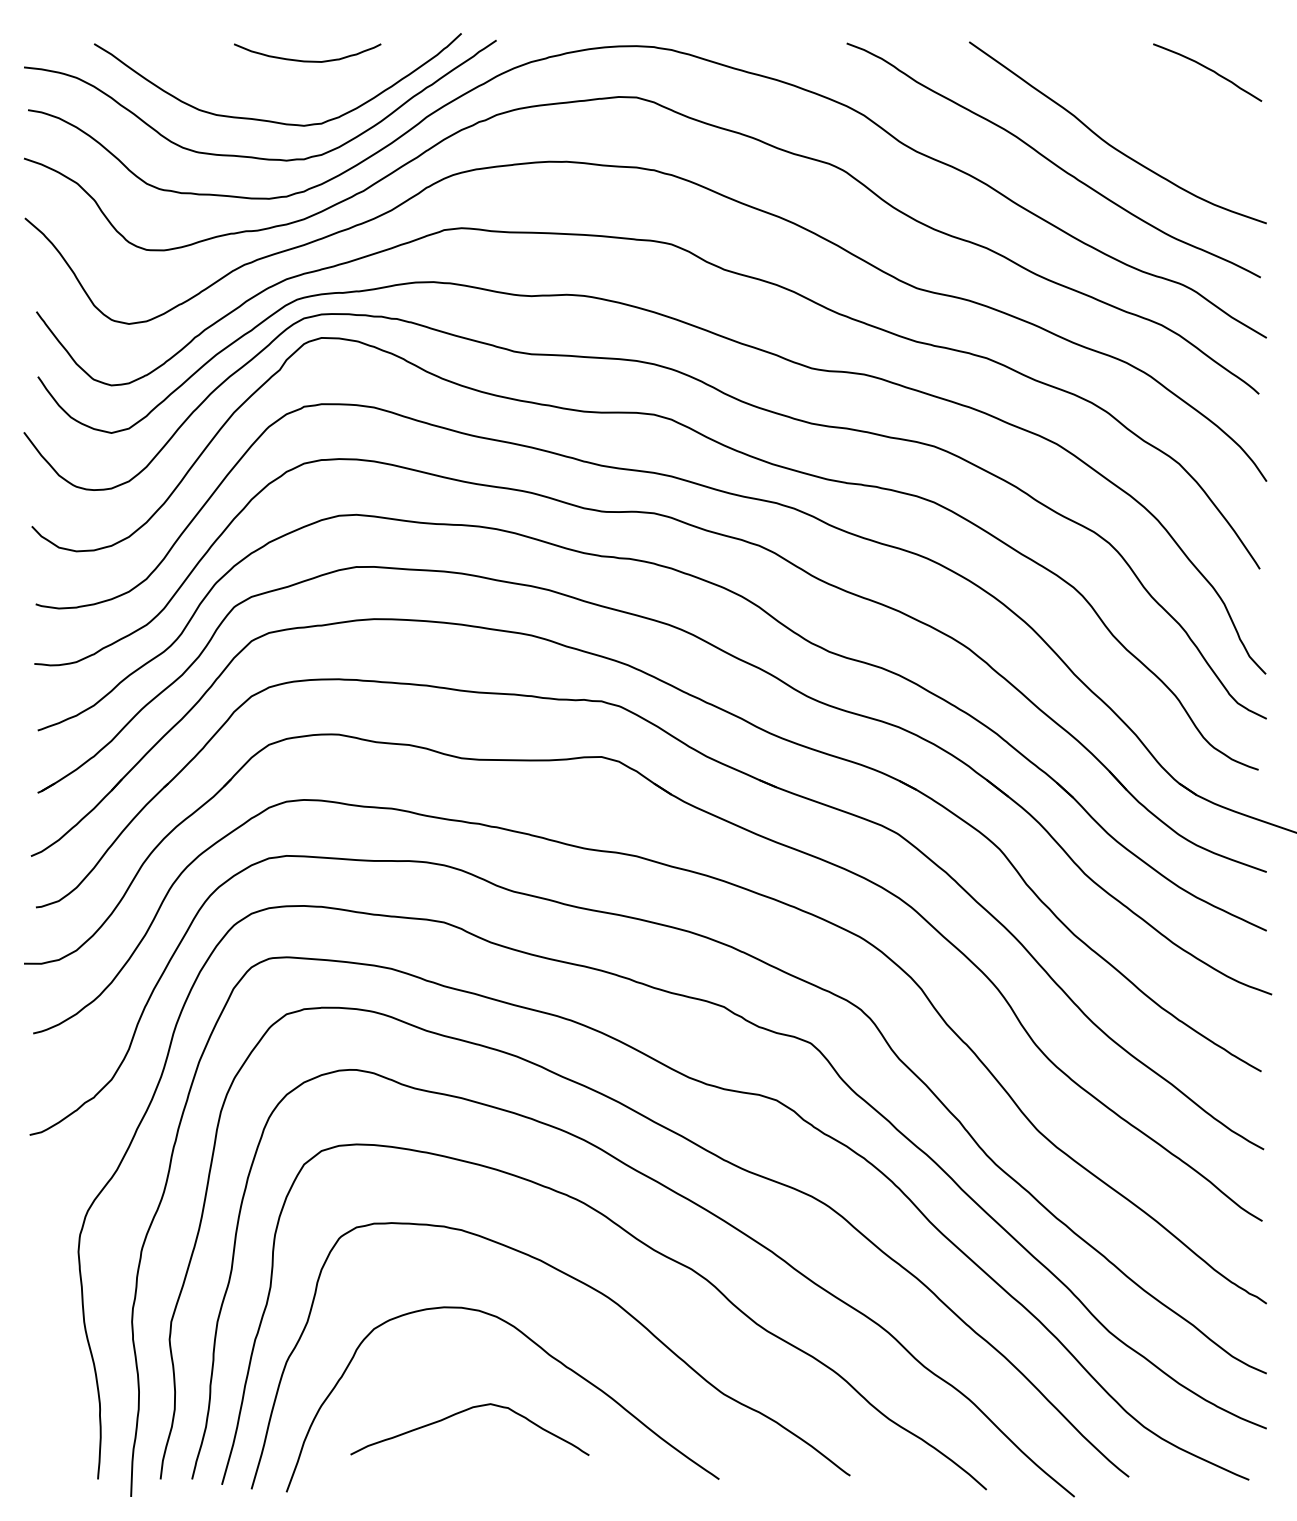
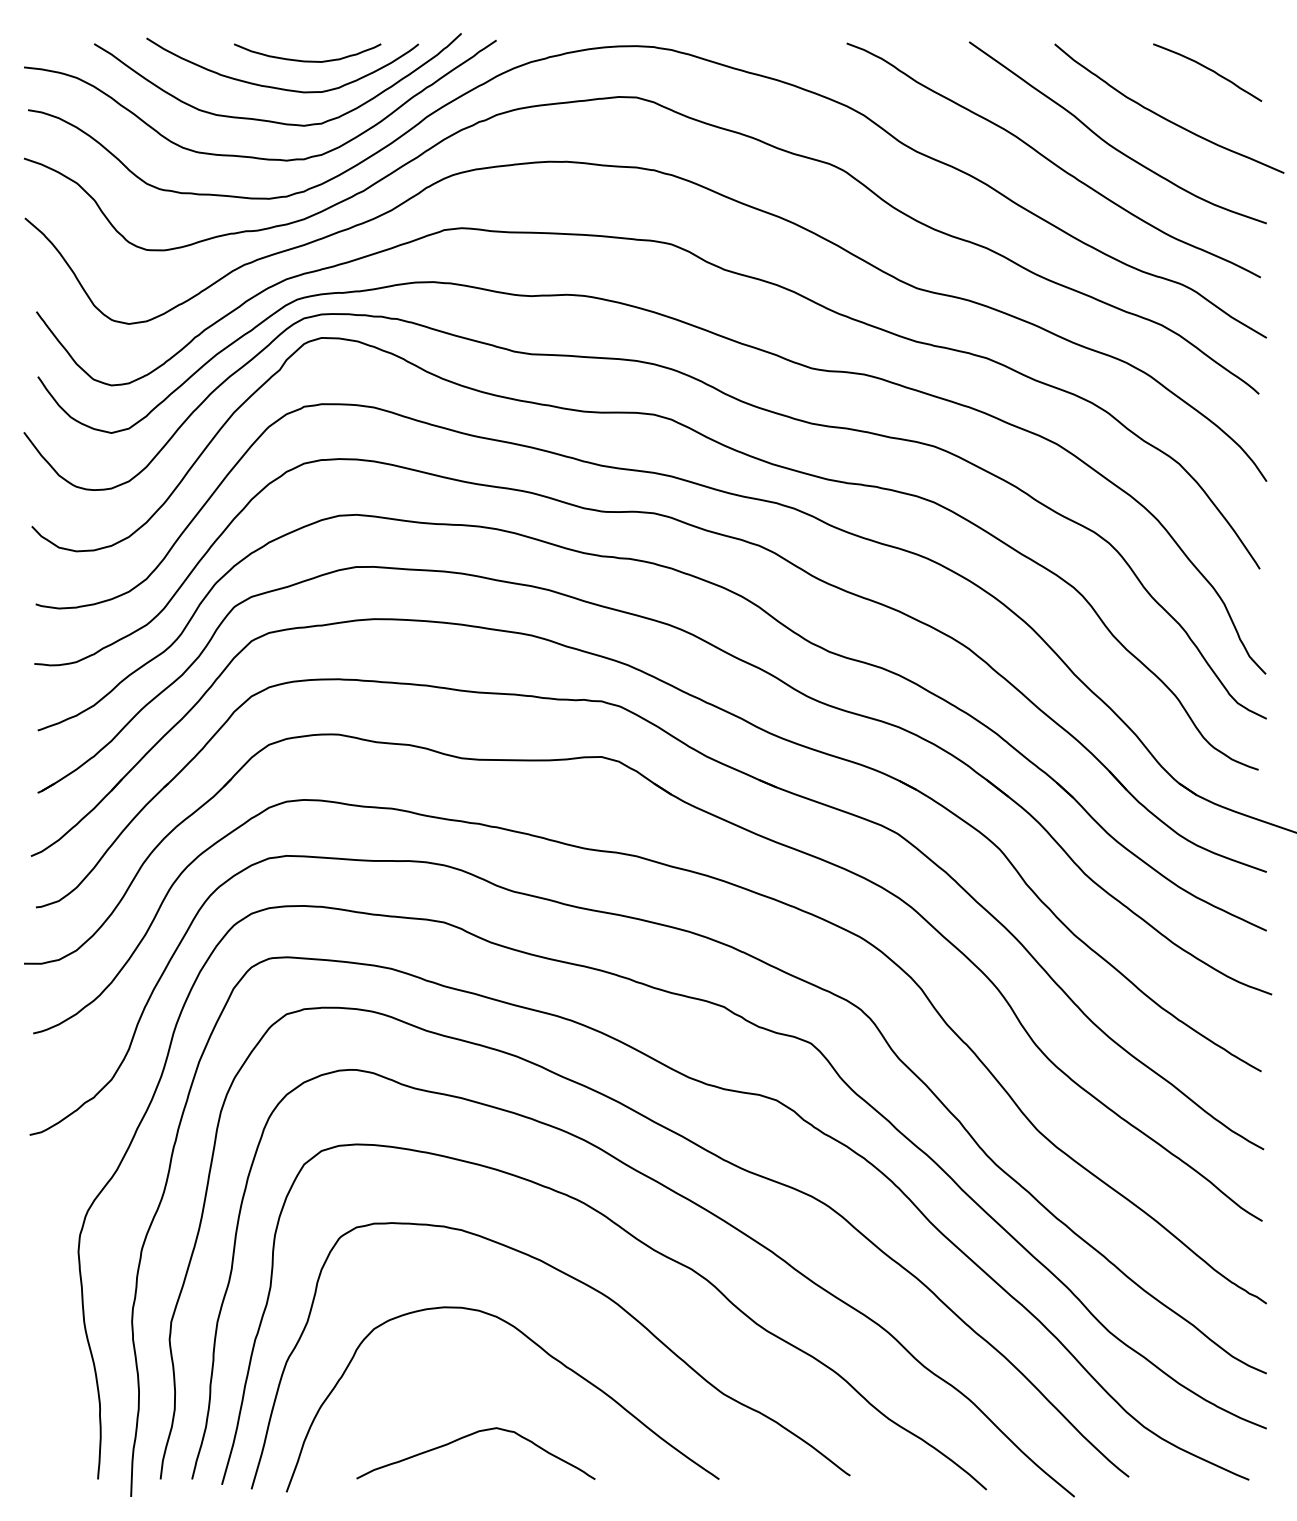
curve at (279, 87): none -> present
curve at (1163, 116): none -> present
curve at (460, 1413) position: (460, 1413) -> (466, 1437)
